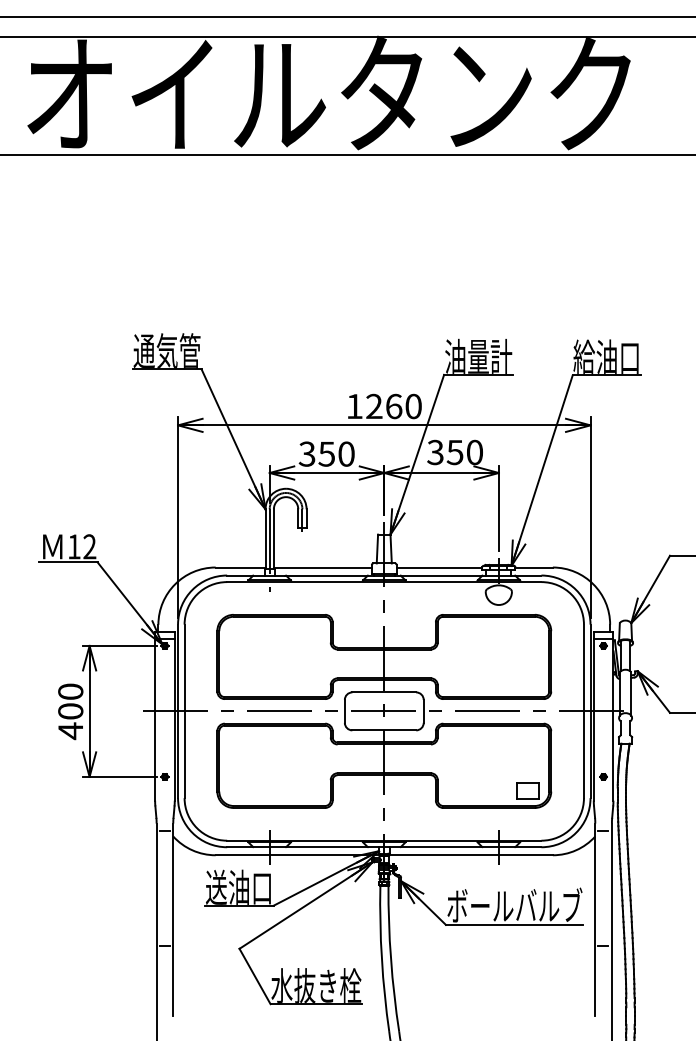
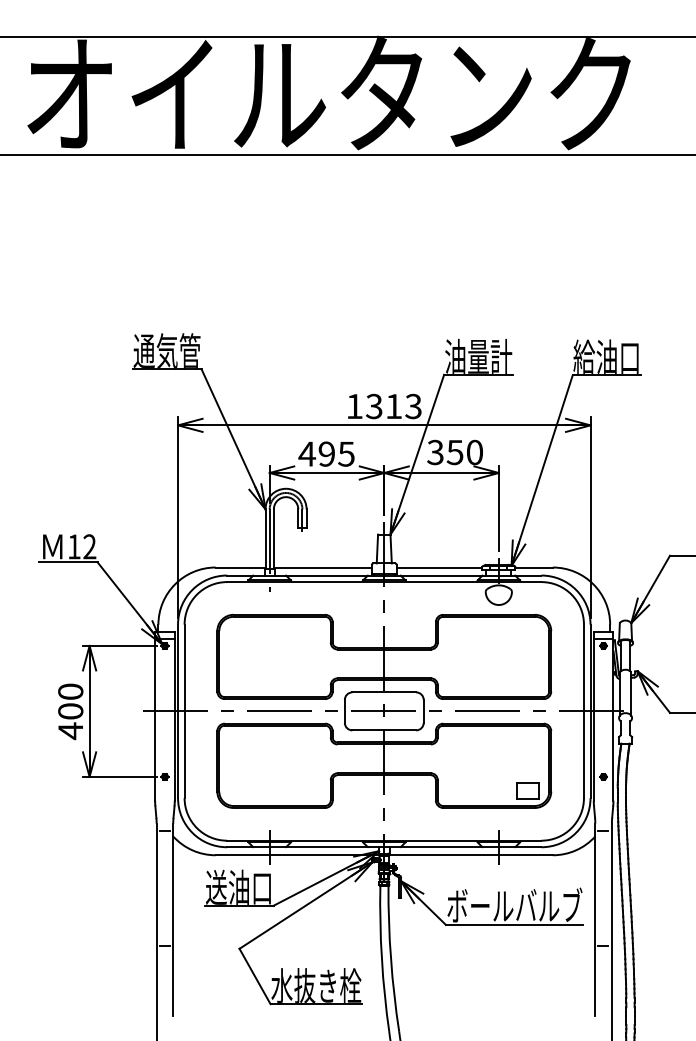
line at (347, 16): present -> none
text at (393, 406): 1260 -> 1313
text at (326, 453): 350 -> 495
